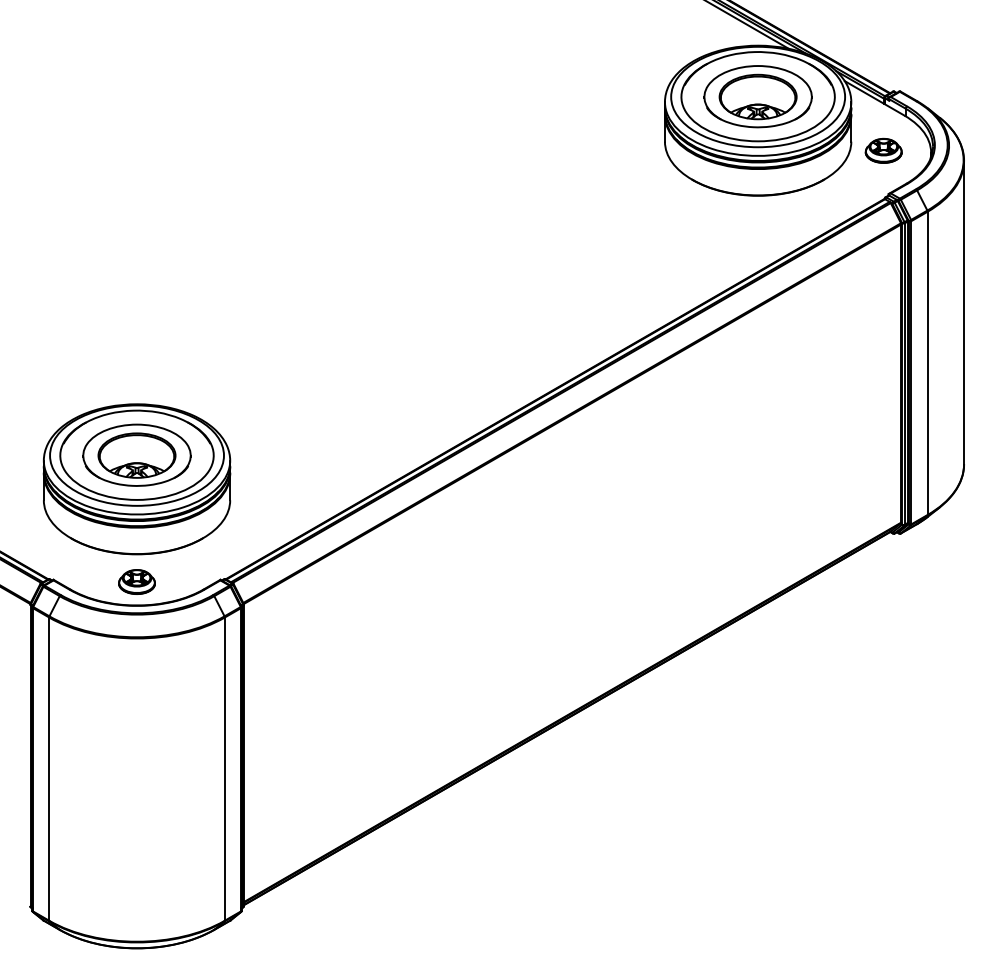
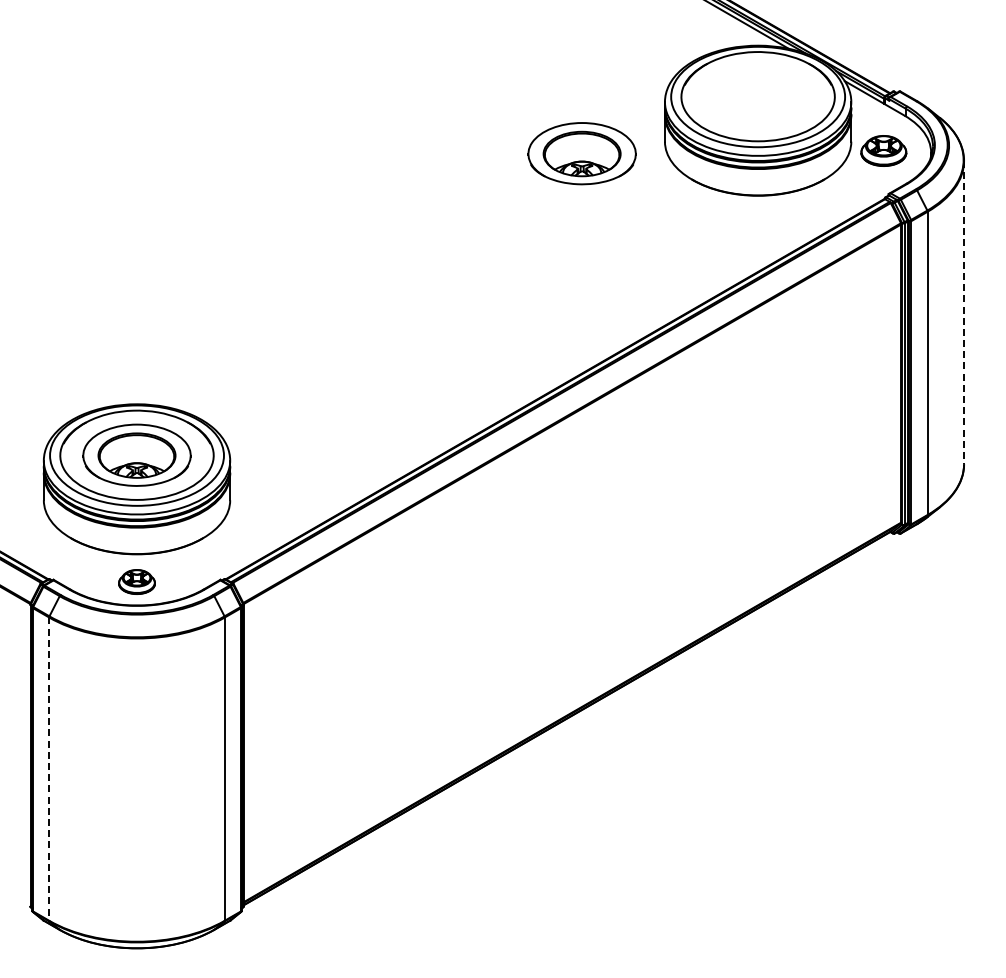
part at (757, 96) position: (757, 96) -> (581, 153)
part at (883, 150) size: 39x27 px -> 48x32 px
line at (964, 312): solid -> dashed
line at (49, 769): solid -> dashed
